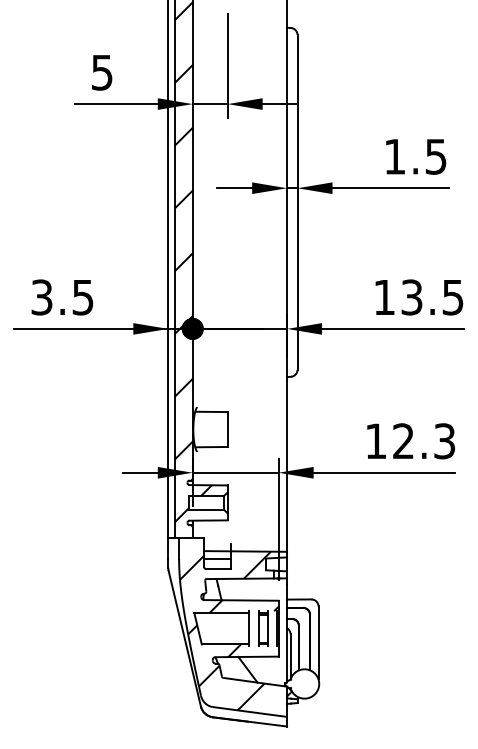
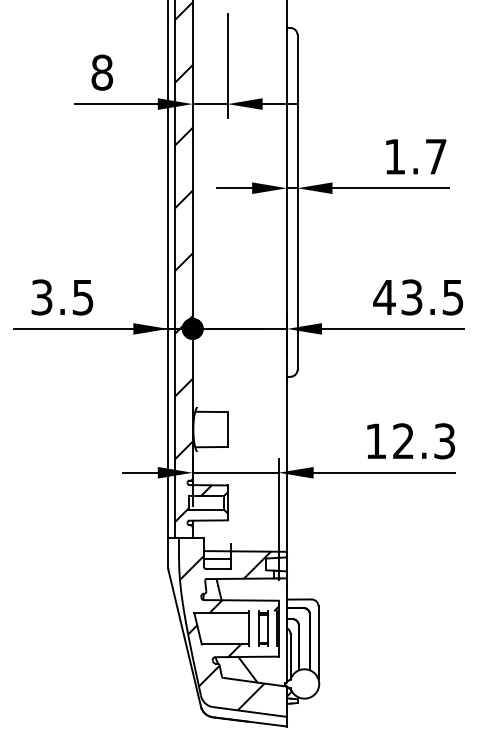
text at (102, 72): 5 -> 8
text at (435, 156): 1.5 -> 1.7
text at (384, 297): 13.5 -> 43.5
